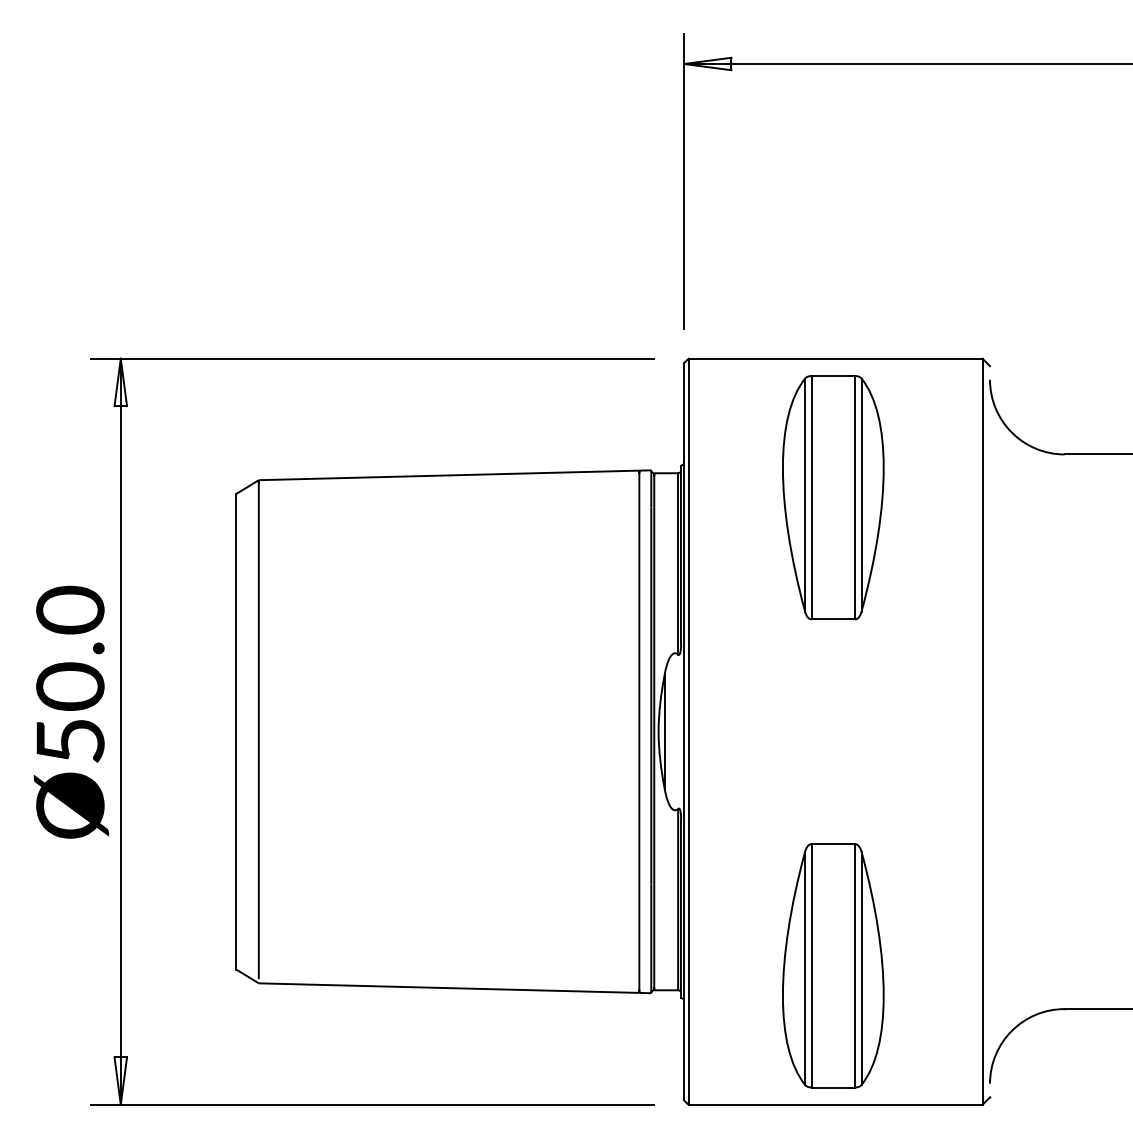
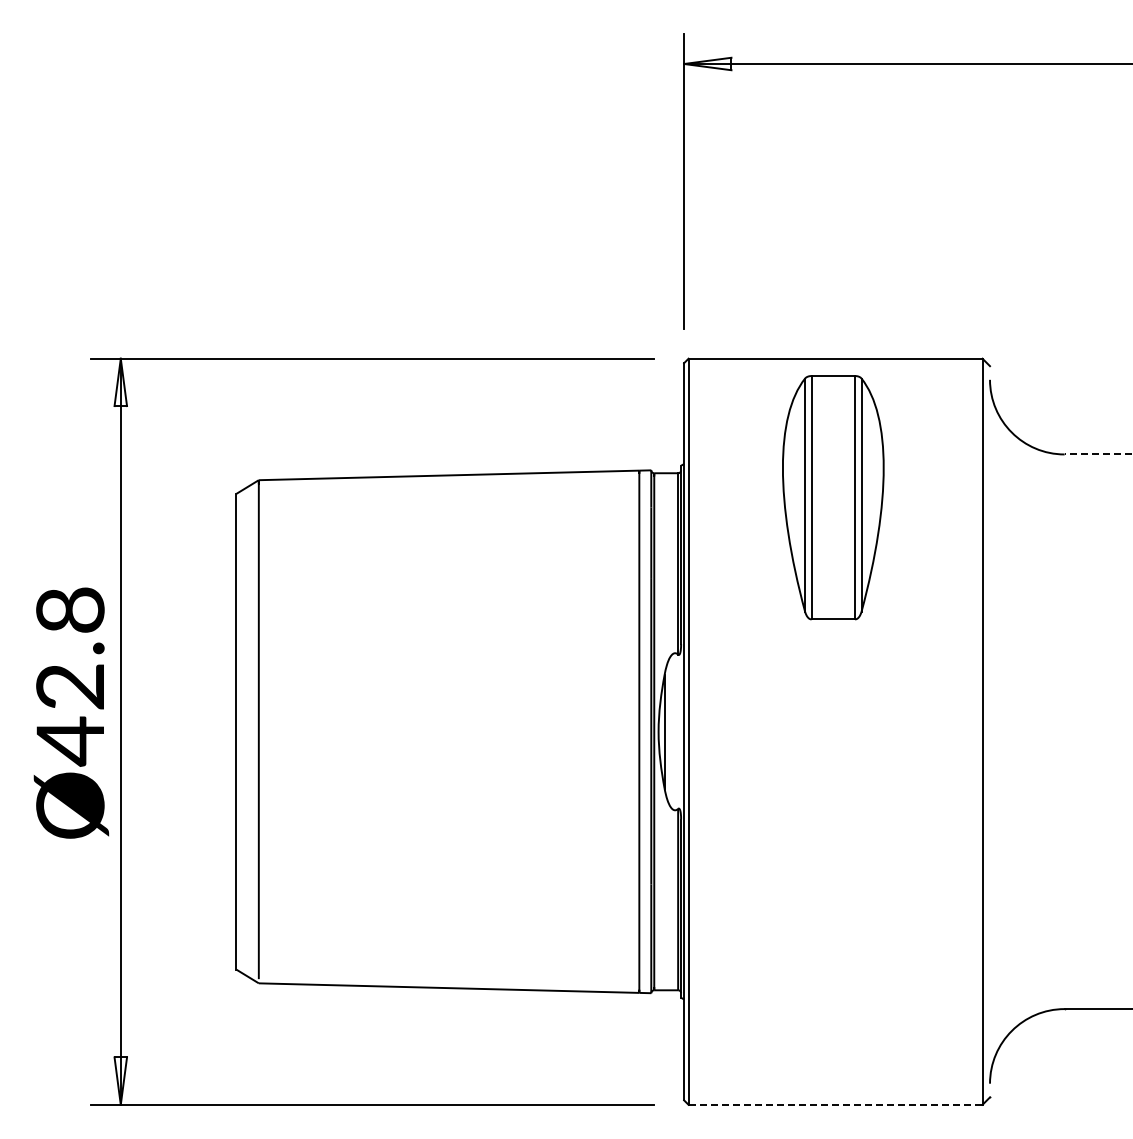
line at (1098, 454): solid -> dashed
text at (70, 675): Ø50.0 -> Ø42.8
part at (833, 965): present -> none
line at (835, 1104): solid -> dashed
